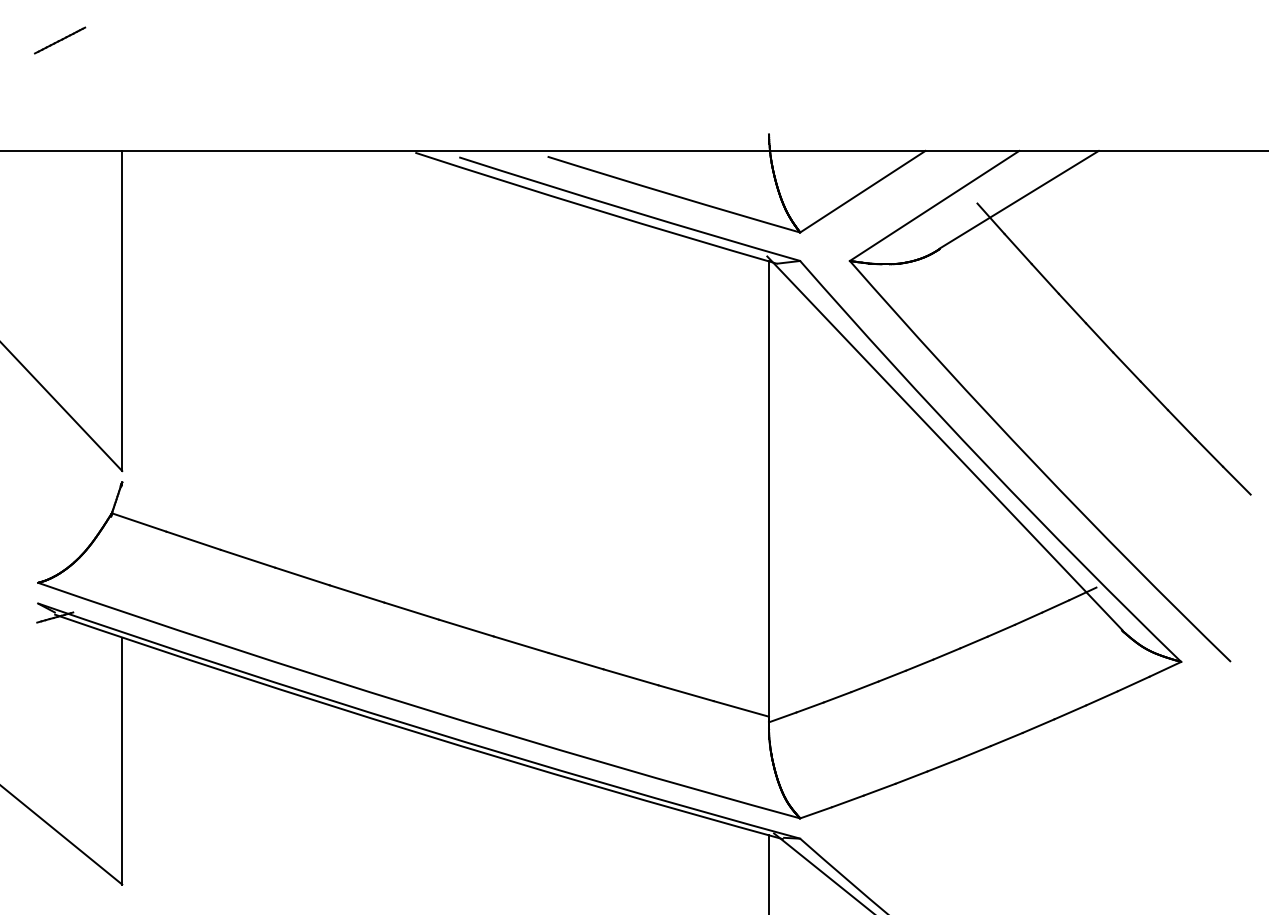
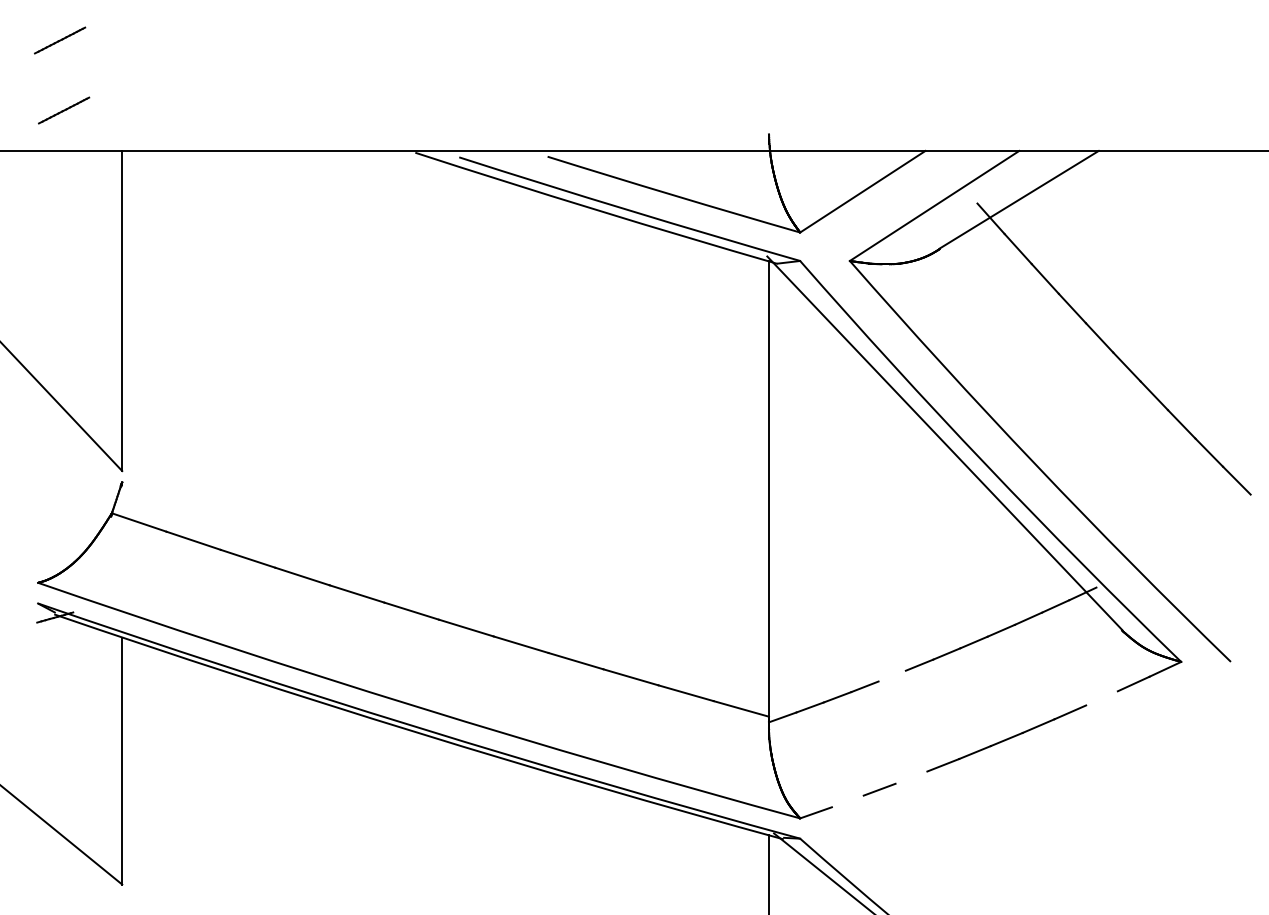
line at (64, 110): none -> present
line at (891, 675): present -> none
line at (1101, 698): present -> none
line at (911, 777): present -> none
line at (847, 801): present -> none
